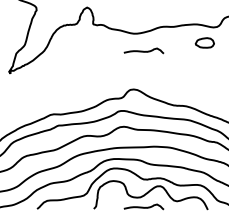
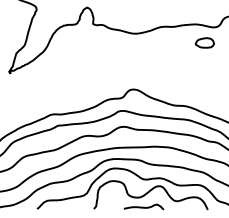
curve at (143, 50): present -> none
